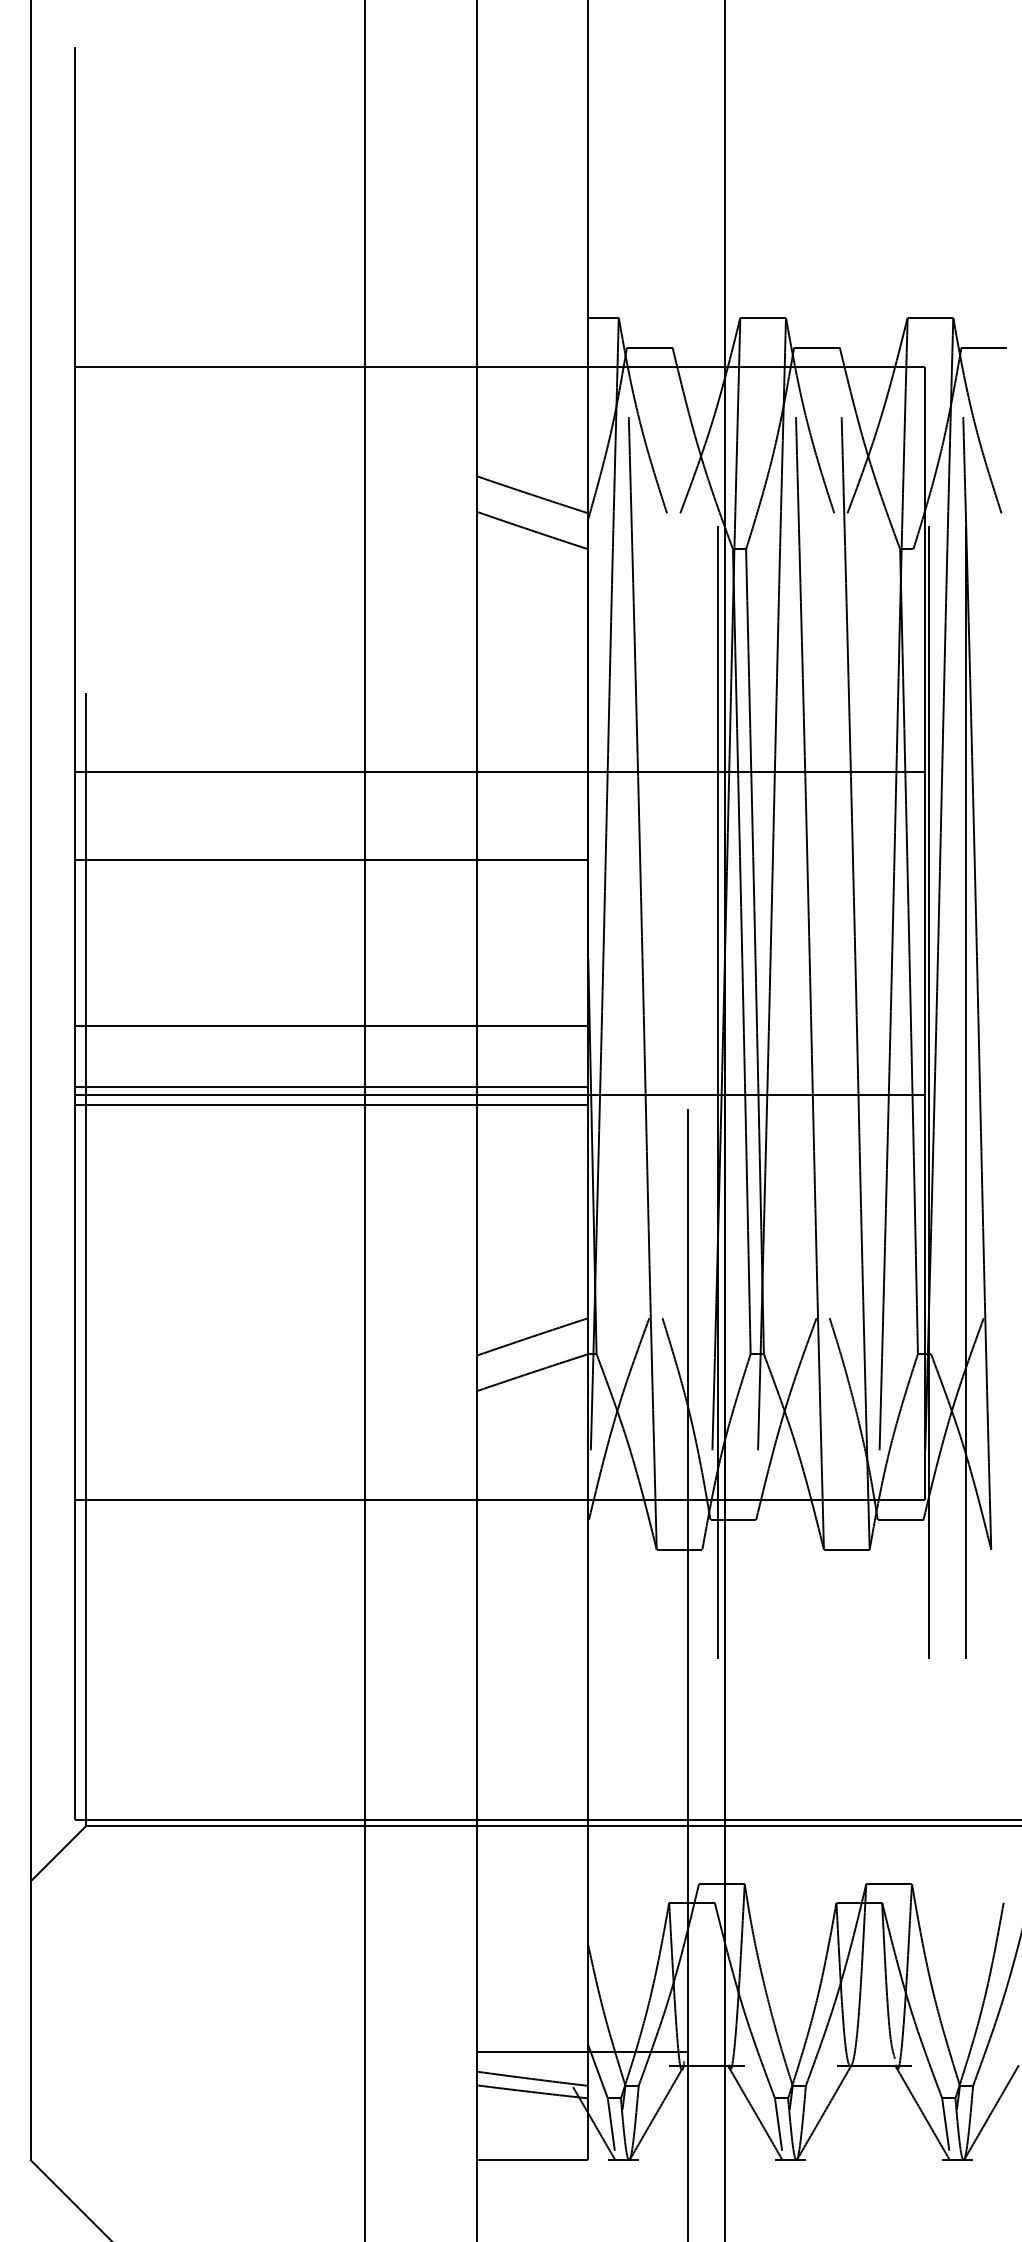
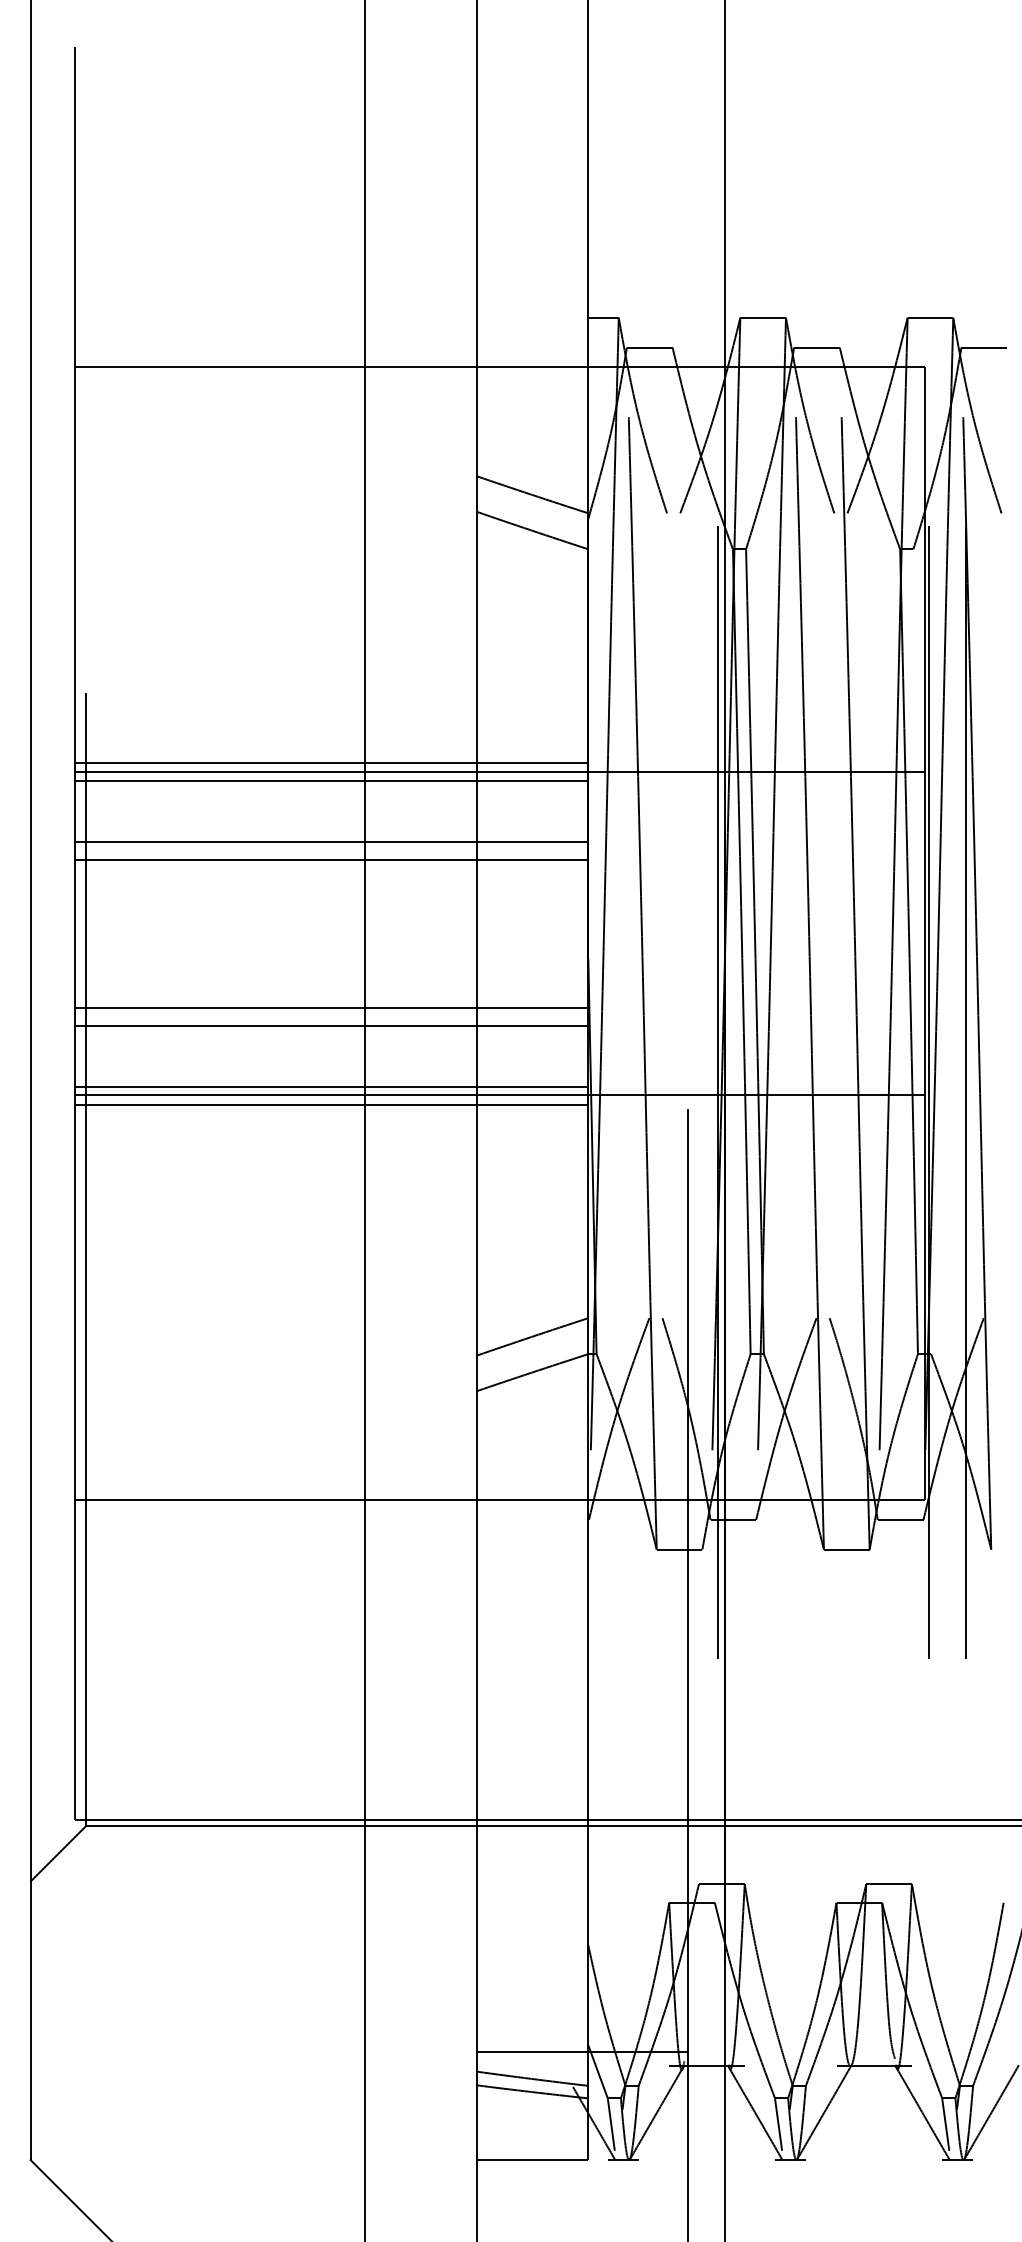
line at (331, 762): none -> present
line at (331, 780): none -> present
line at (331, 841): none -> present
line at (331, 1007): none -> present
